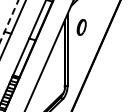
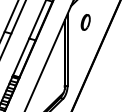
line at (9, 21): dashed -> solid
part at (81, 27) position: (81, 27) -> (85, 22)
